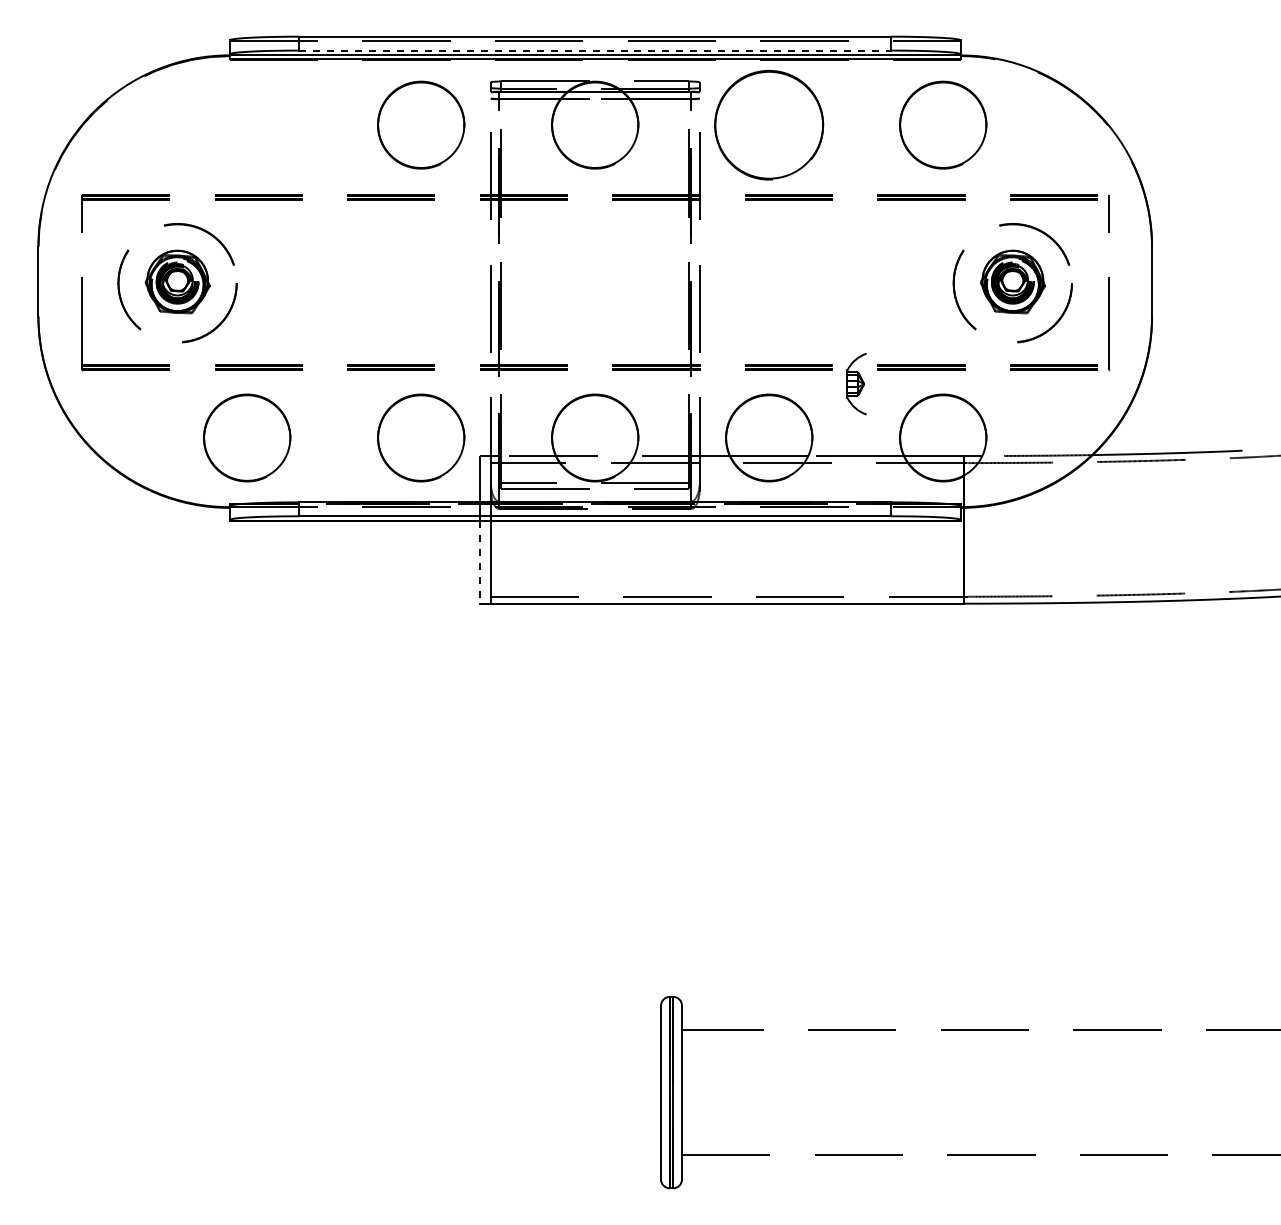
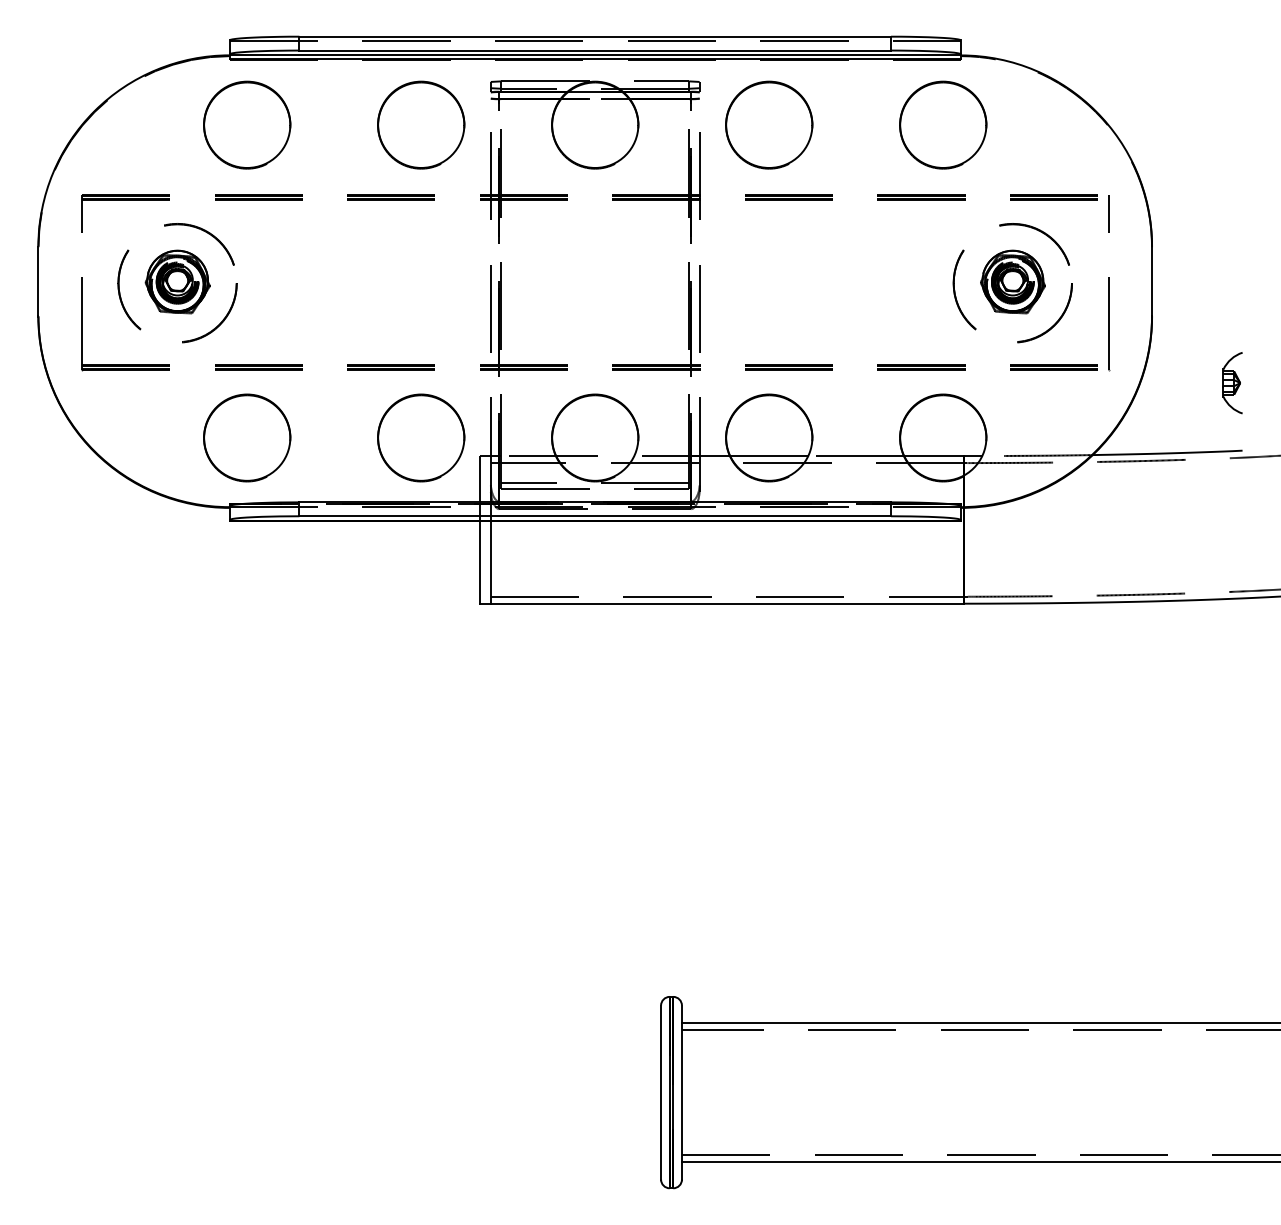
line at (595, 50): dashed -> solid
part at (247, 124): none -> present
part at (769, 124) size: 111x112 px -> 89x90 px
part at (856, 384) position: (856, 384) -> (1232, 383)
line at (480, 562): dashed -> solid
line at (979, 1022): none -> present
line at (979, 1162): none -> present
